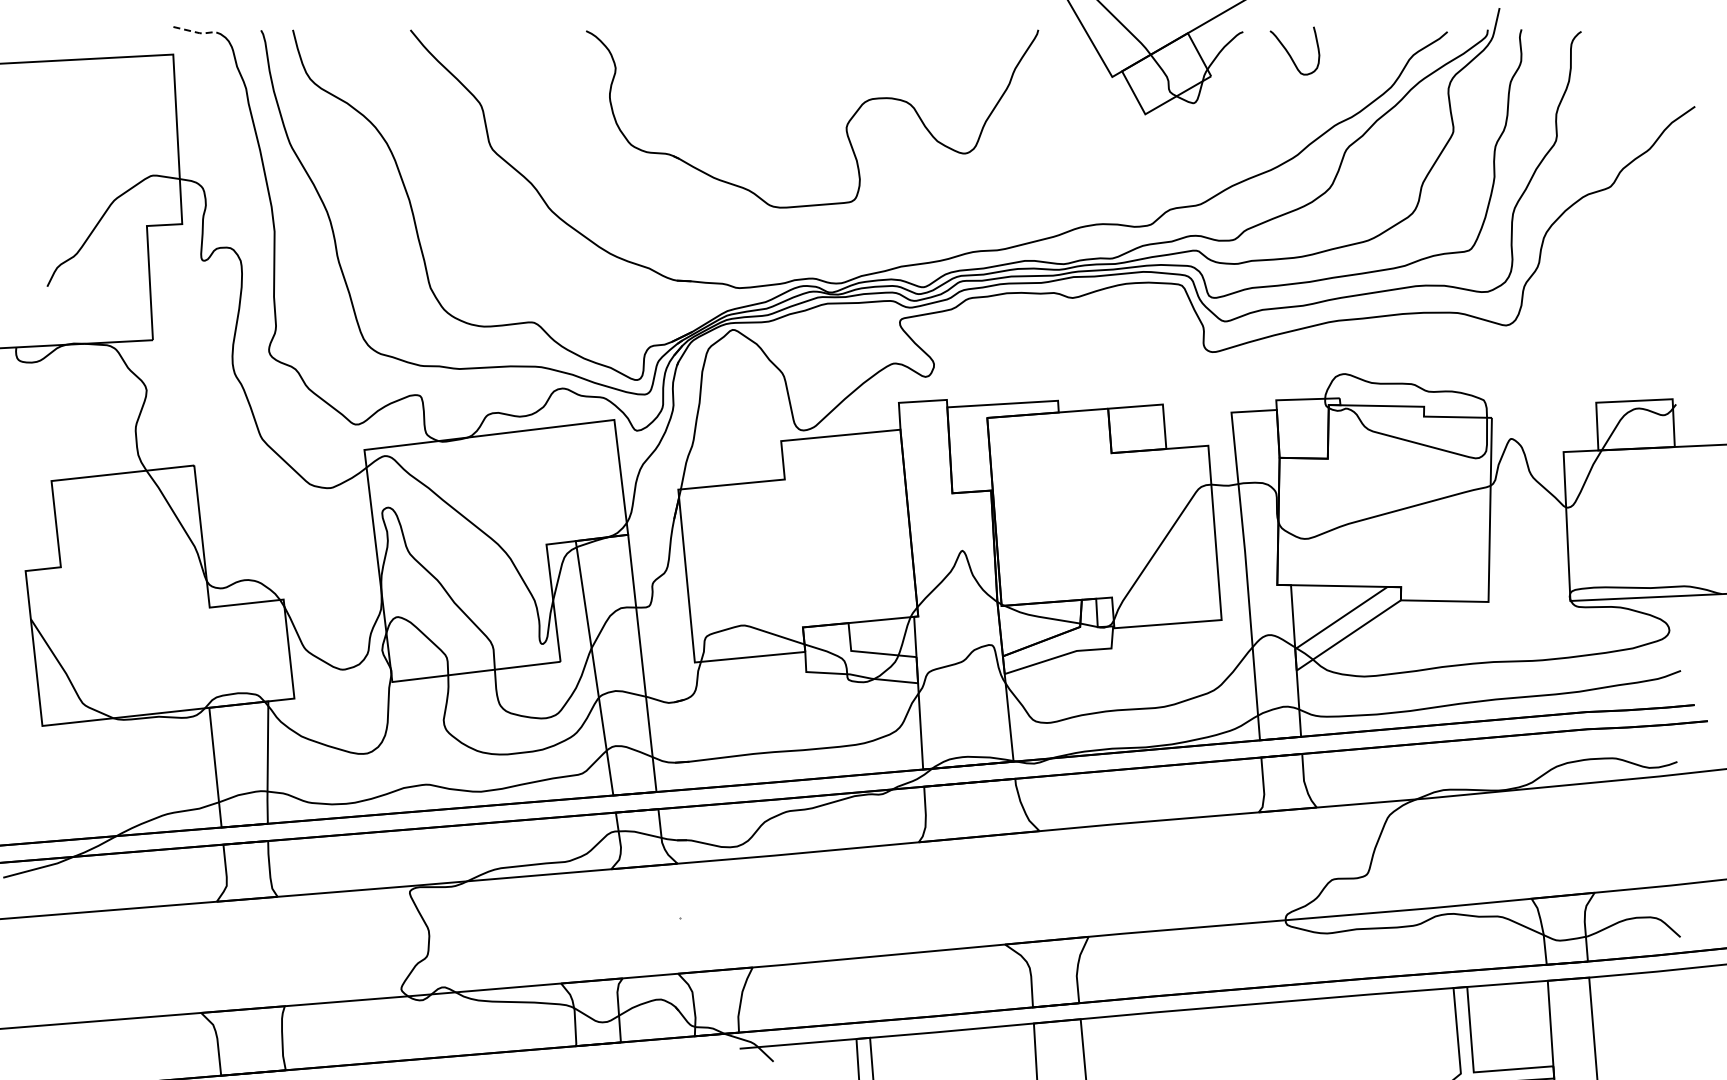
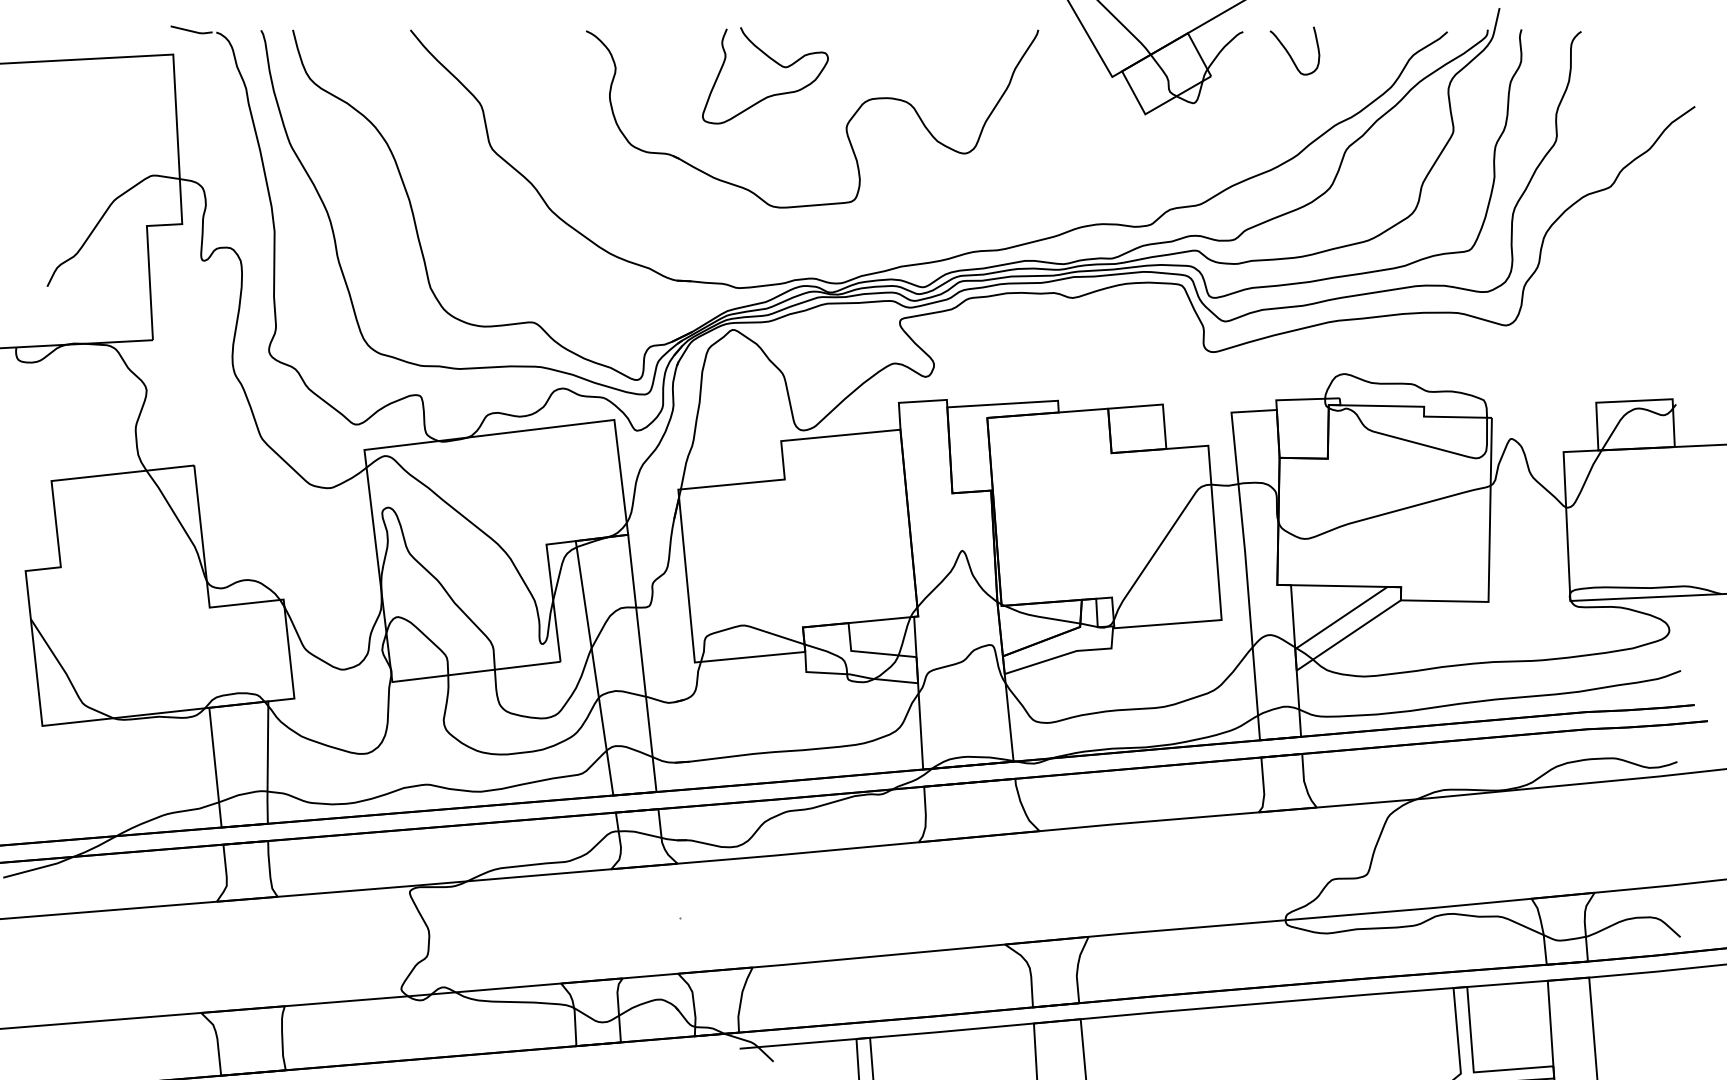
line at (192, 31): dashed -> solid
curve at (774, 62): none -> present
